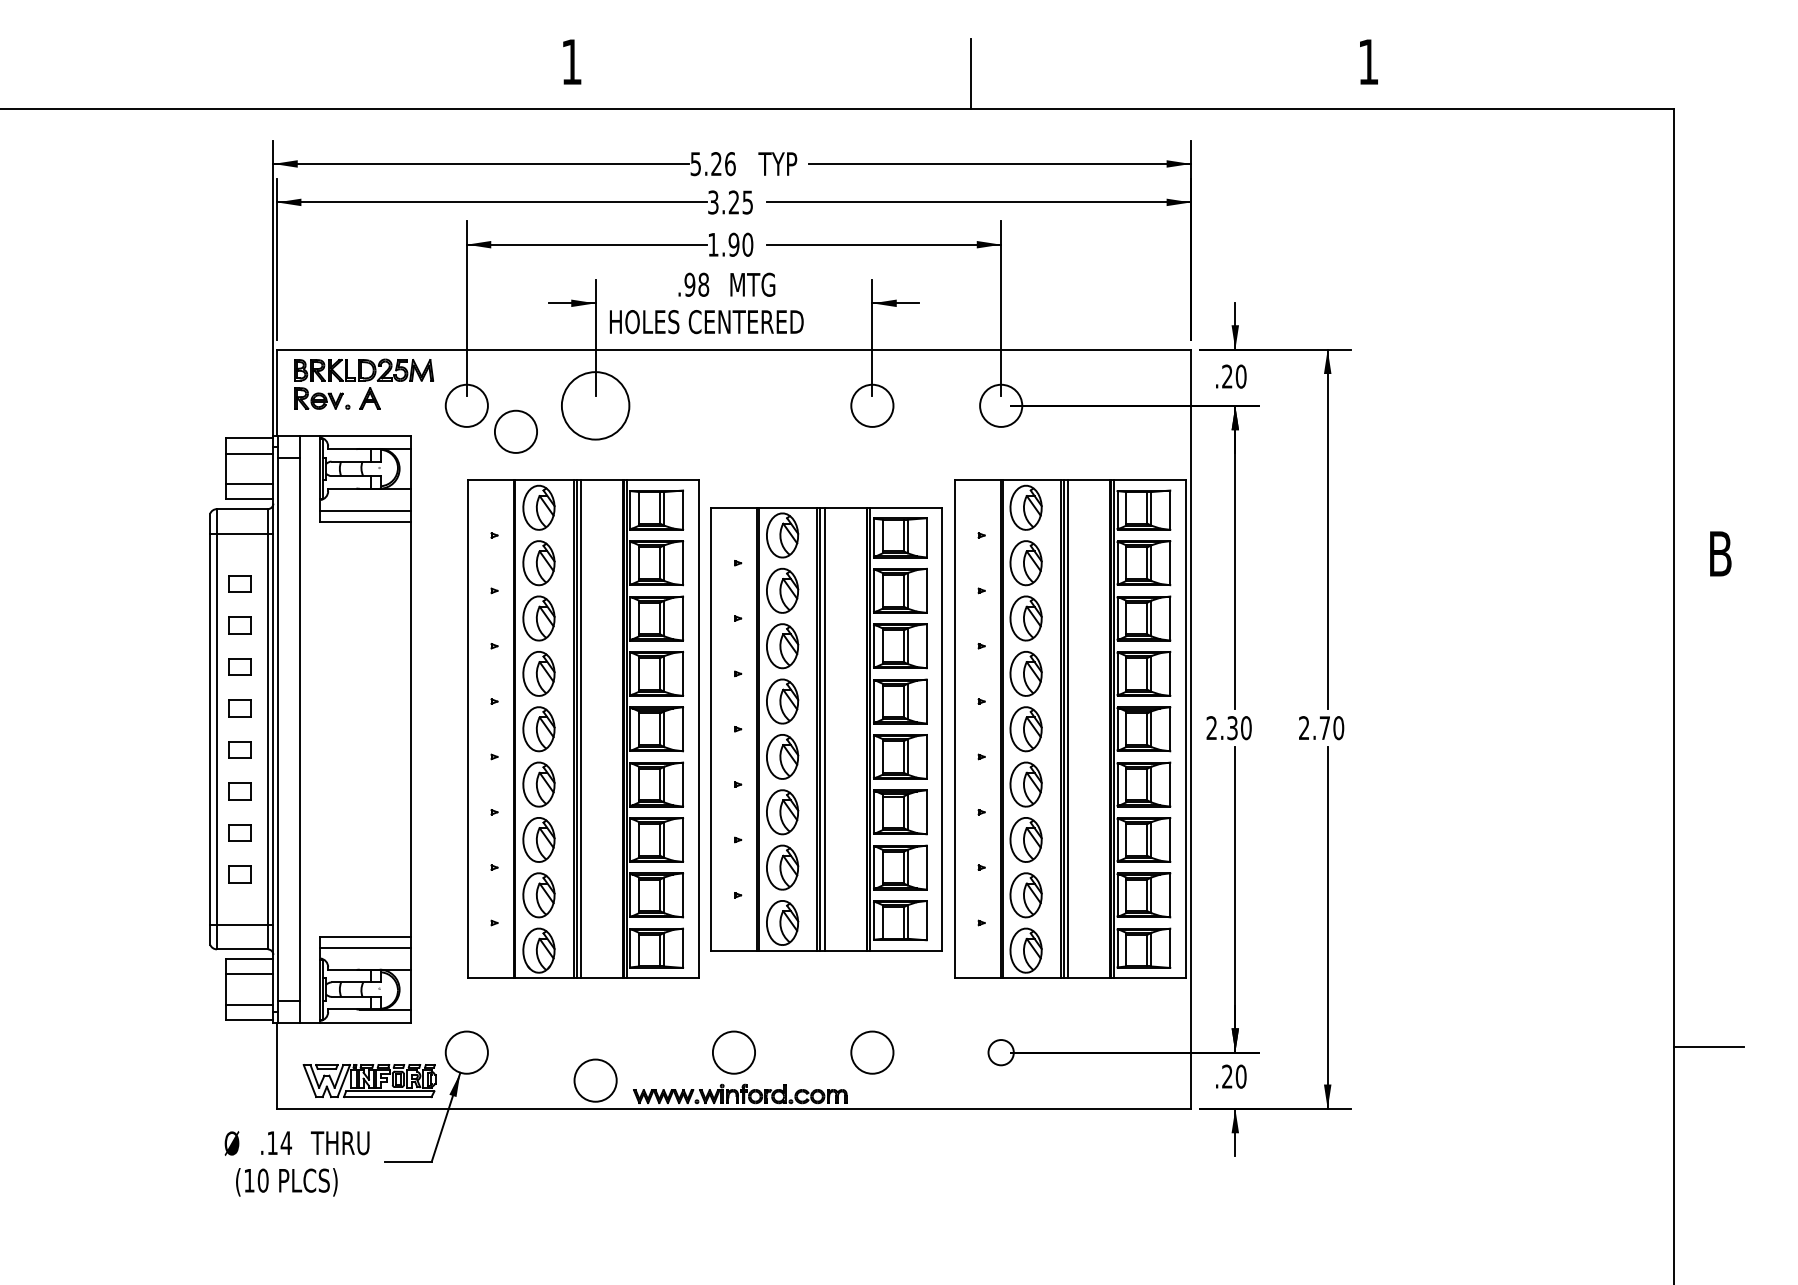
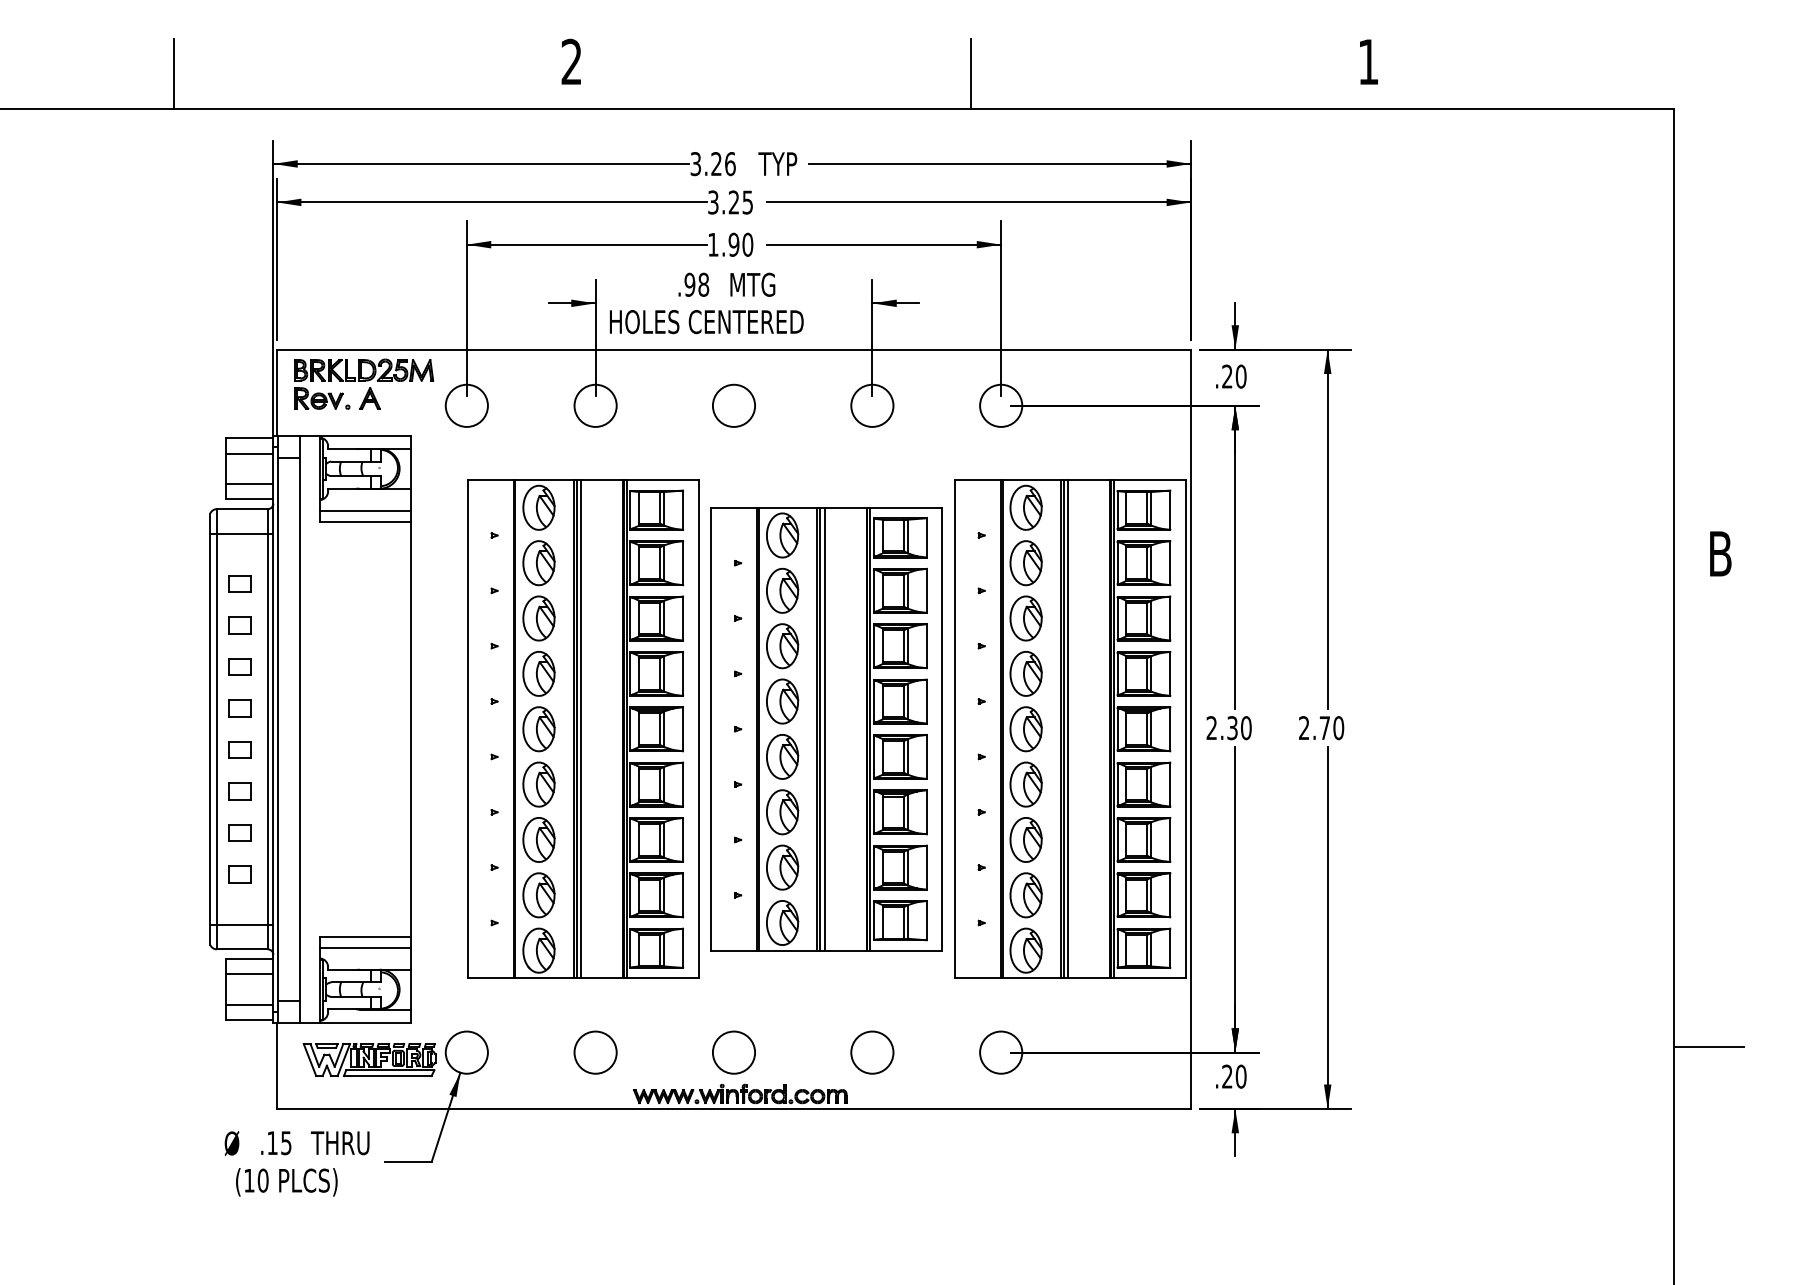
text at (571, 61): 1 -> 2
line at (173, 74): none -> present
text at (695, 163): 5.26 -> 3.26
circle at (595, 405) diameter: 67 px -> 42 px
circle at (515, 431) position: (515, 431) -> (733, 405)
circle at (1000, 1052) diameter: 25 px -> 42 px
circle at (595, 1080) position: (595, 1080) -> (595, 1052)
part at (369, 1081) position: (369, 1081) -> (369, 1060)
text at (286, 1143): .14 -> .15
